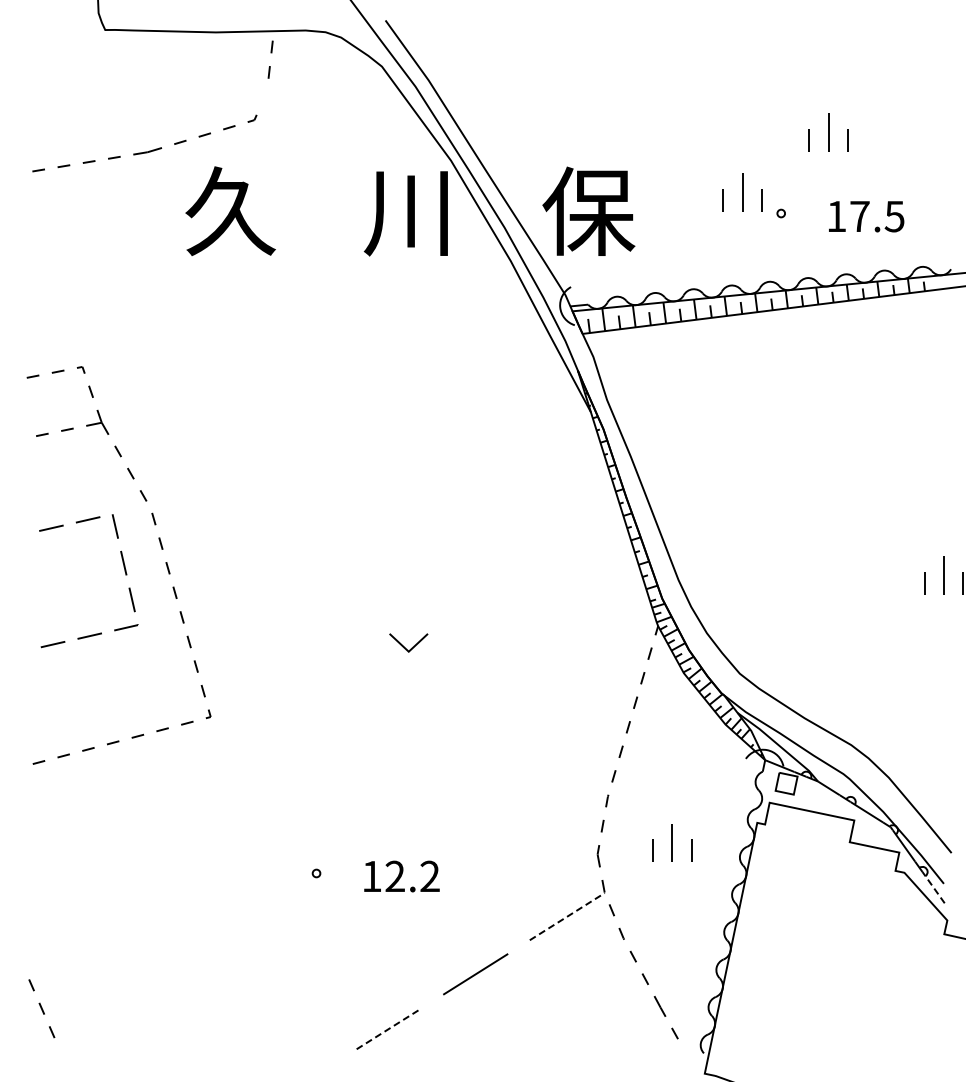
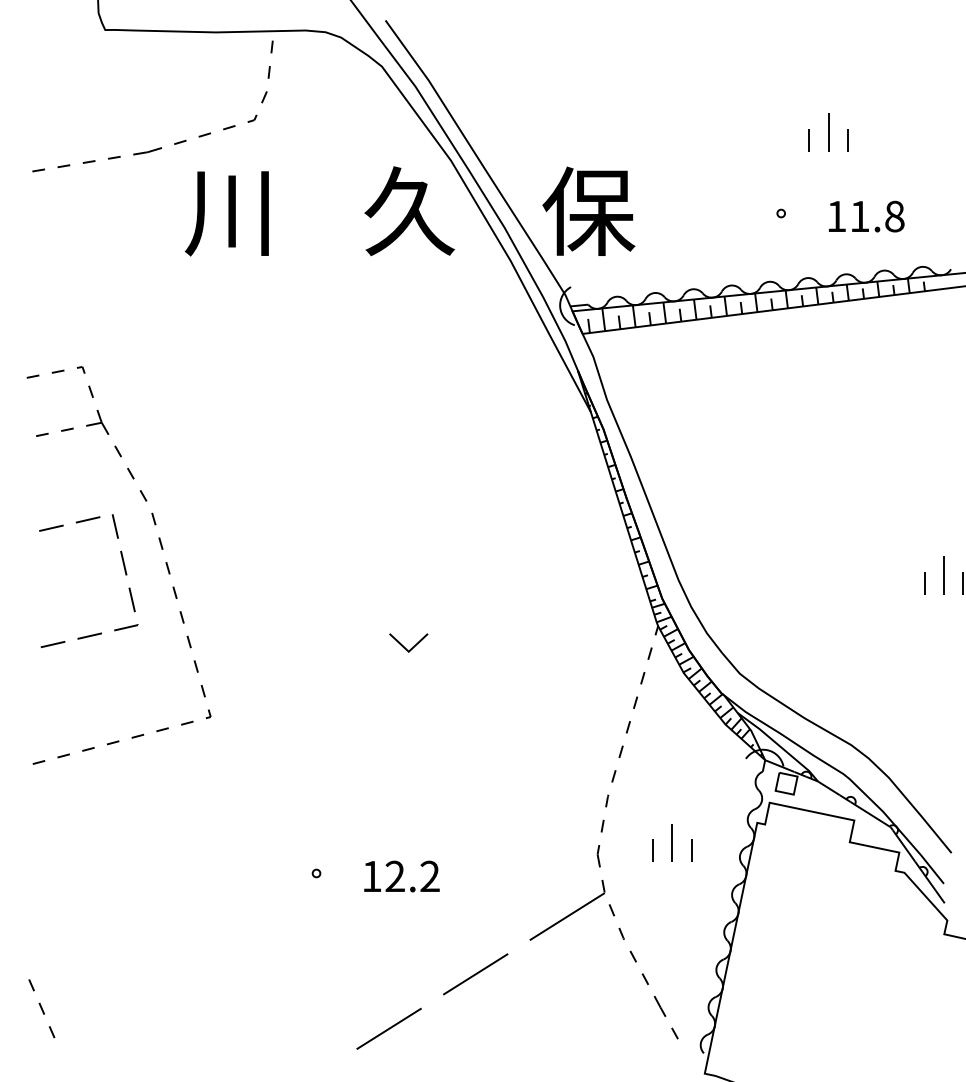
line at (264, 97): none -> present
part at (742, 192): present -> none
text at (229, 211): 久 -> 川
text at (408, 211): 川 -> 久
text at (877, 216): 17.5 -> 11.8
line at (933, 887): dashed -> solid
line at (567, 916): dashed -> solid
line at (389, 1028): dashed -> solid
